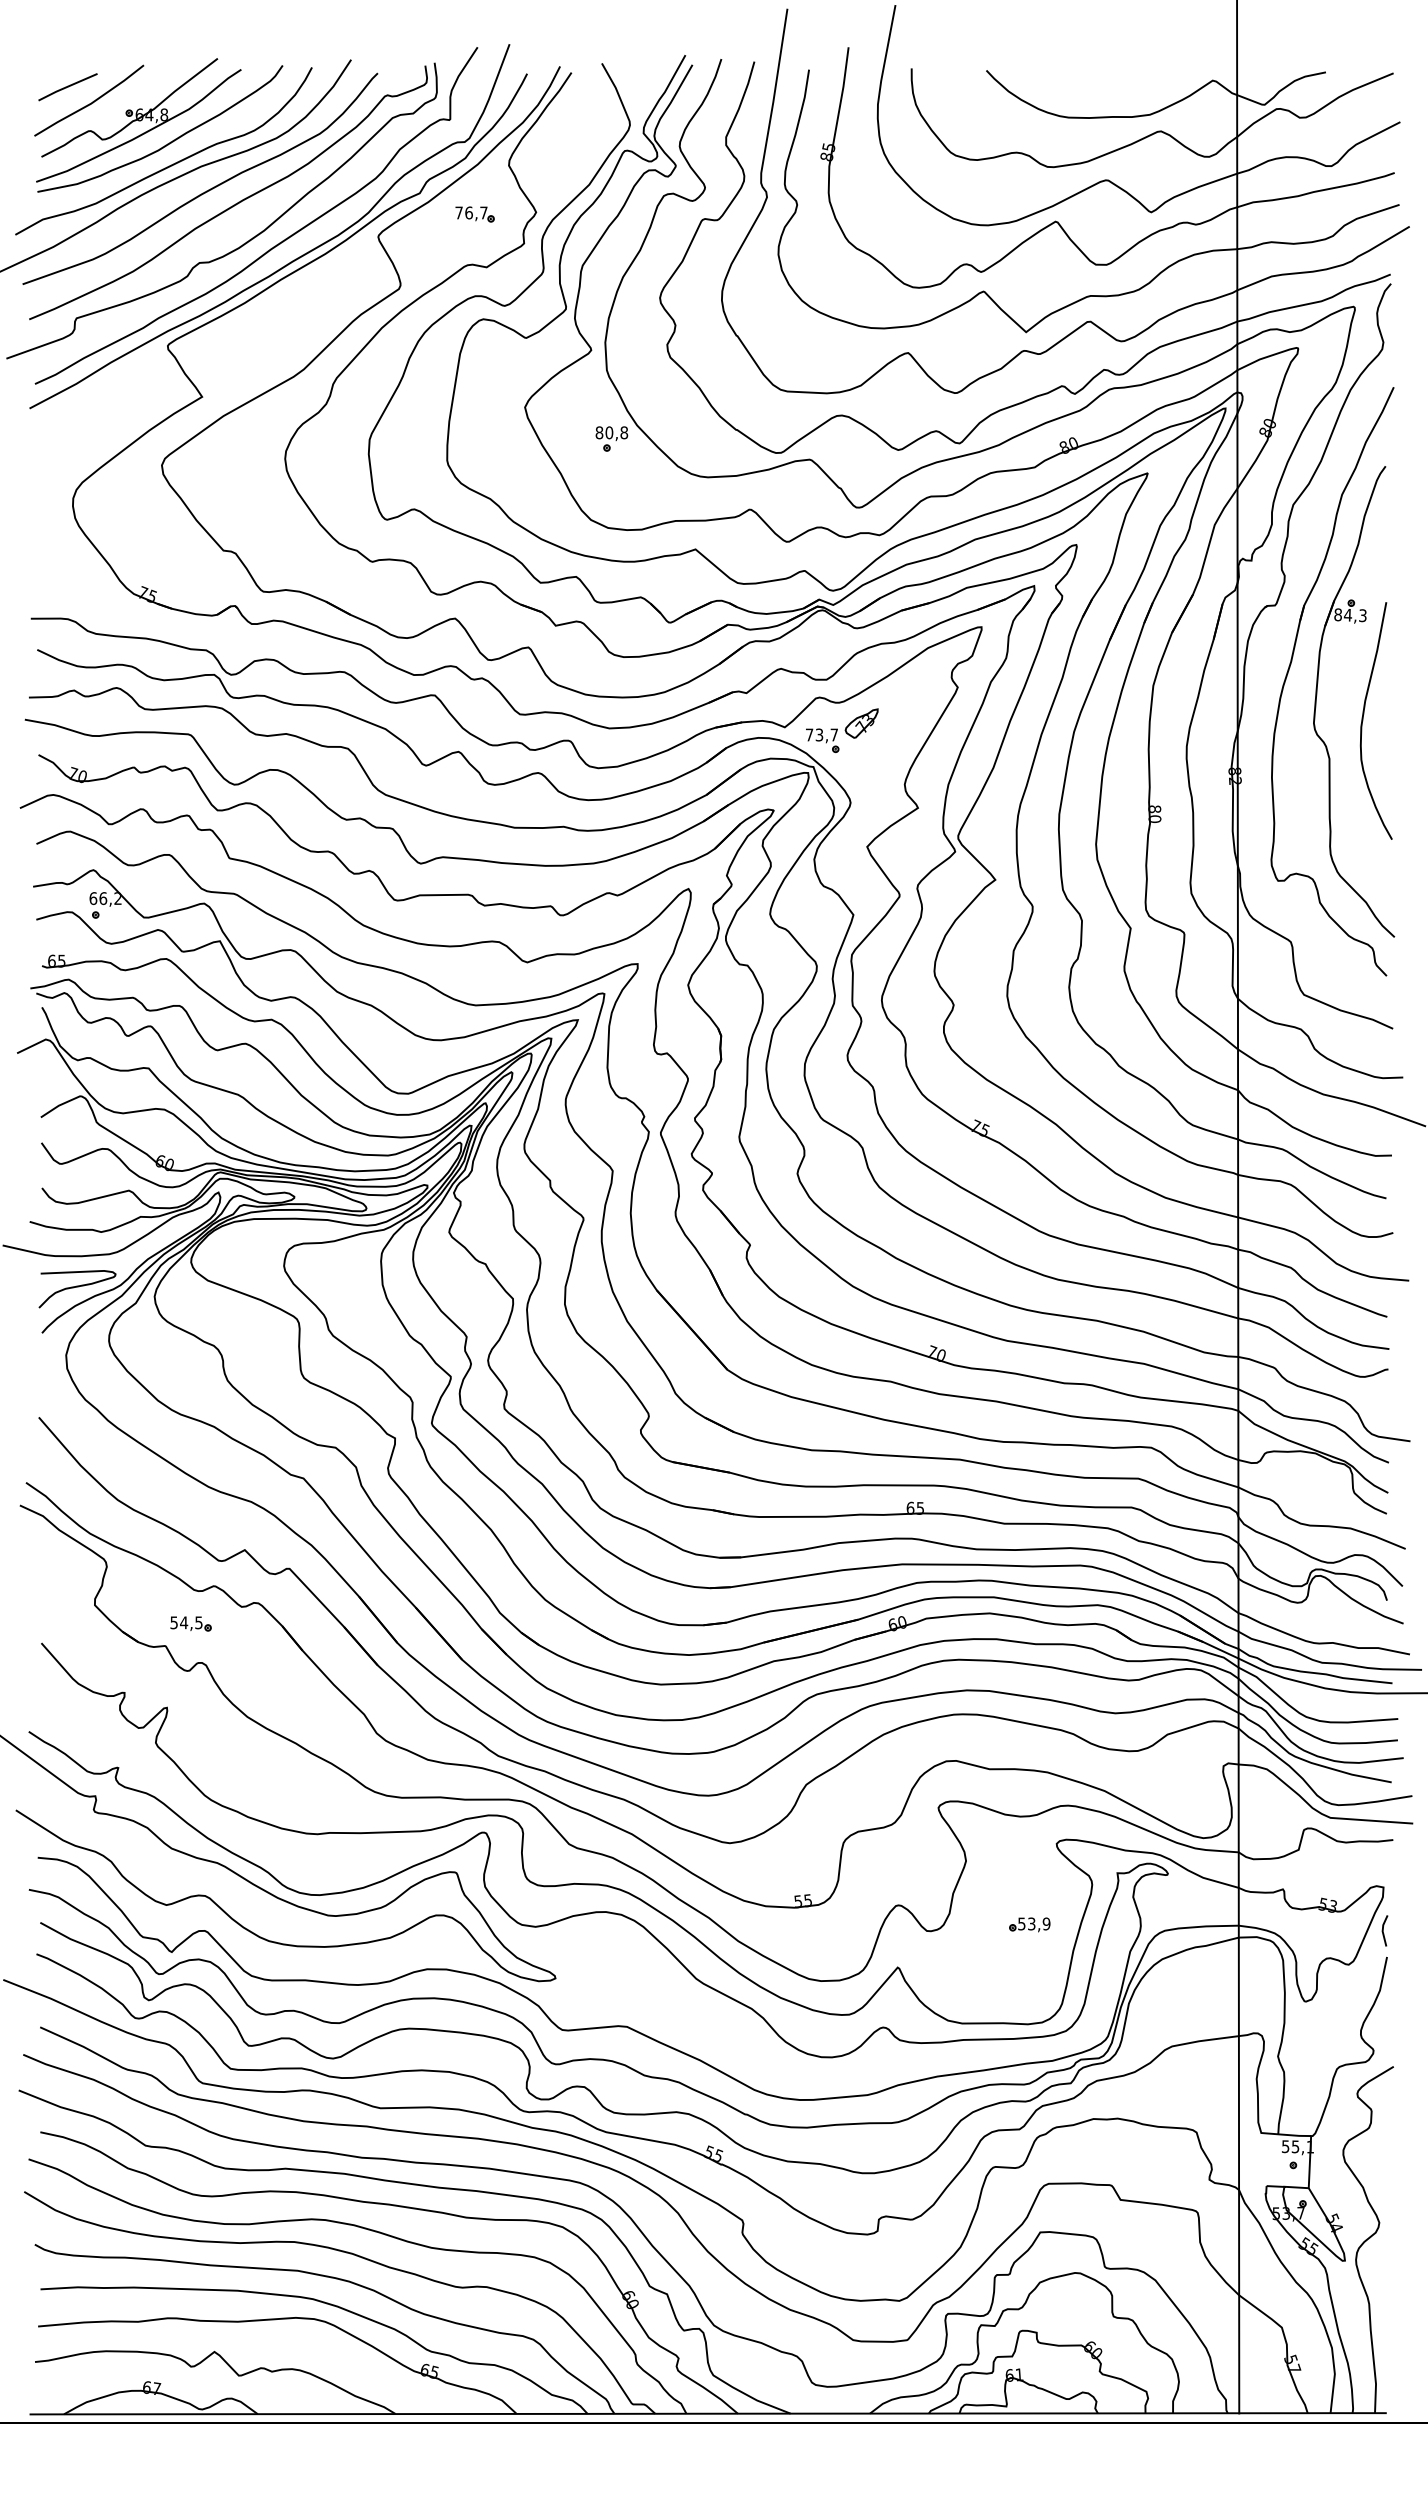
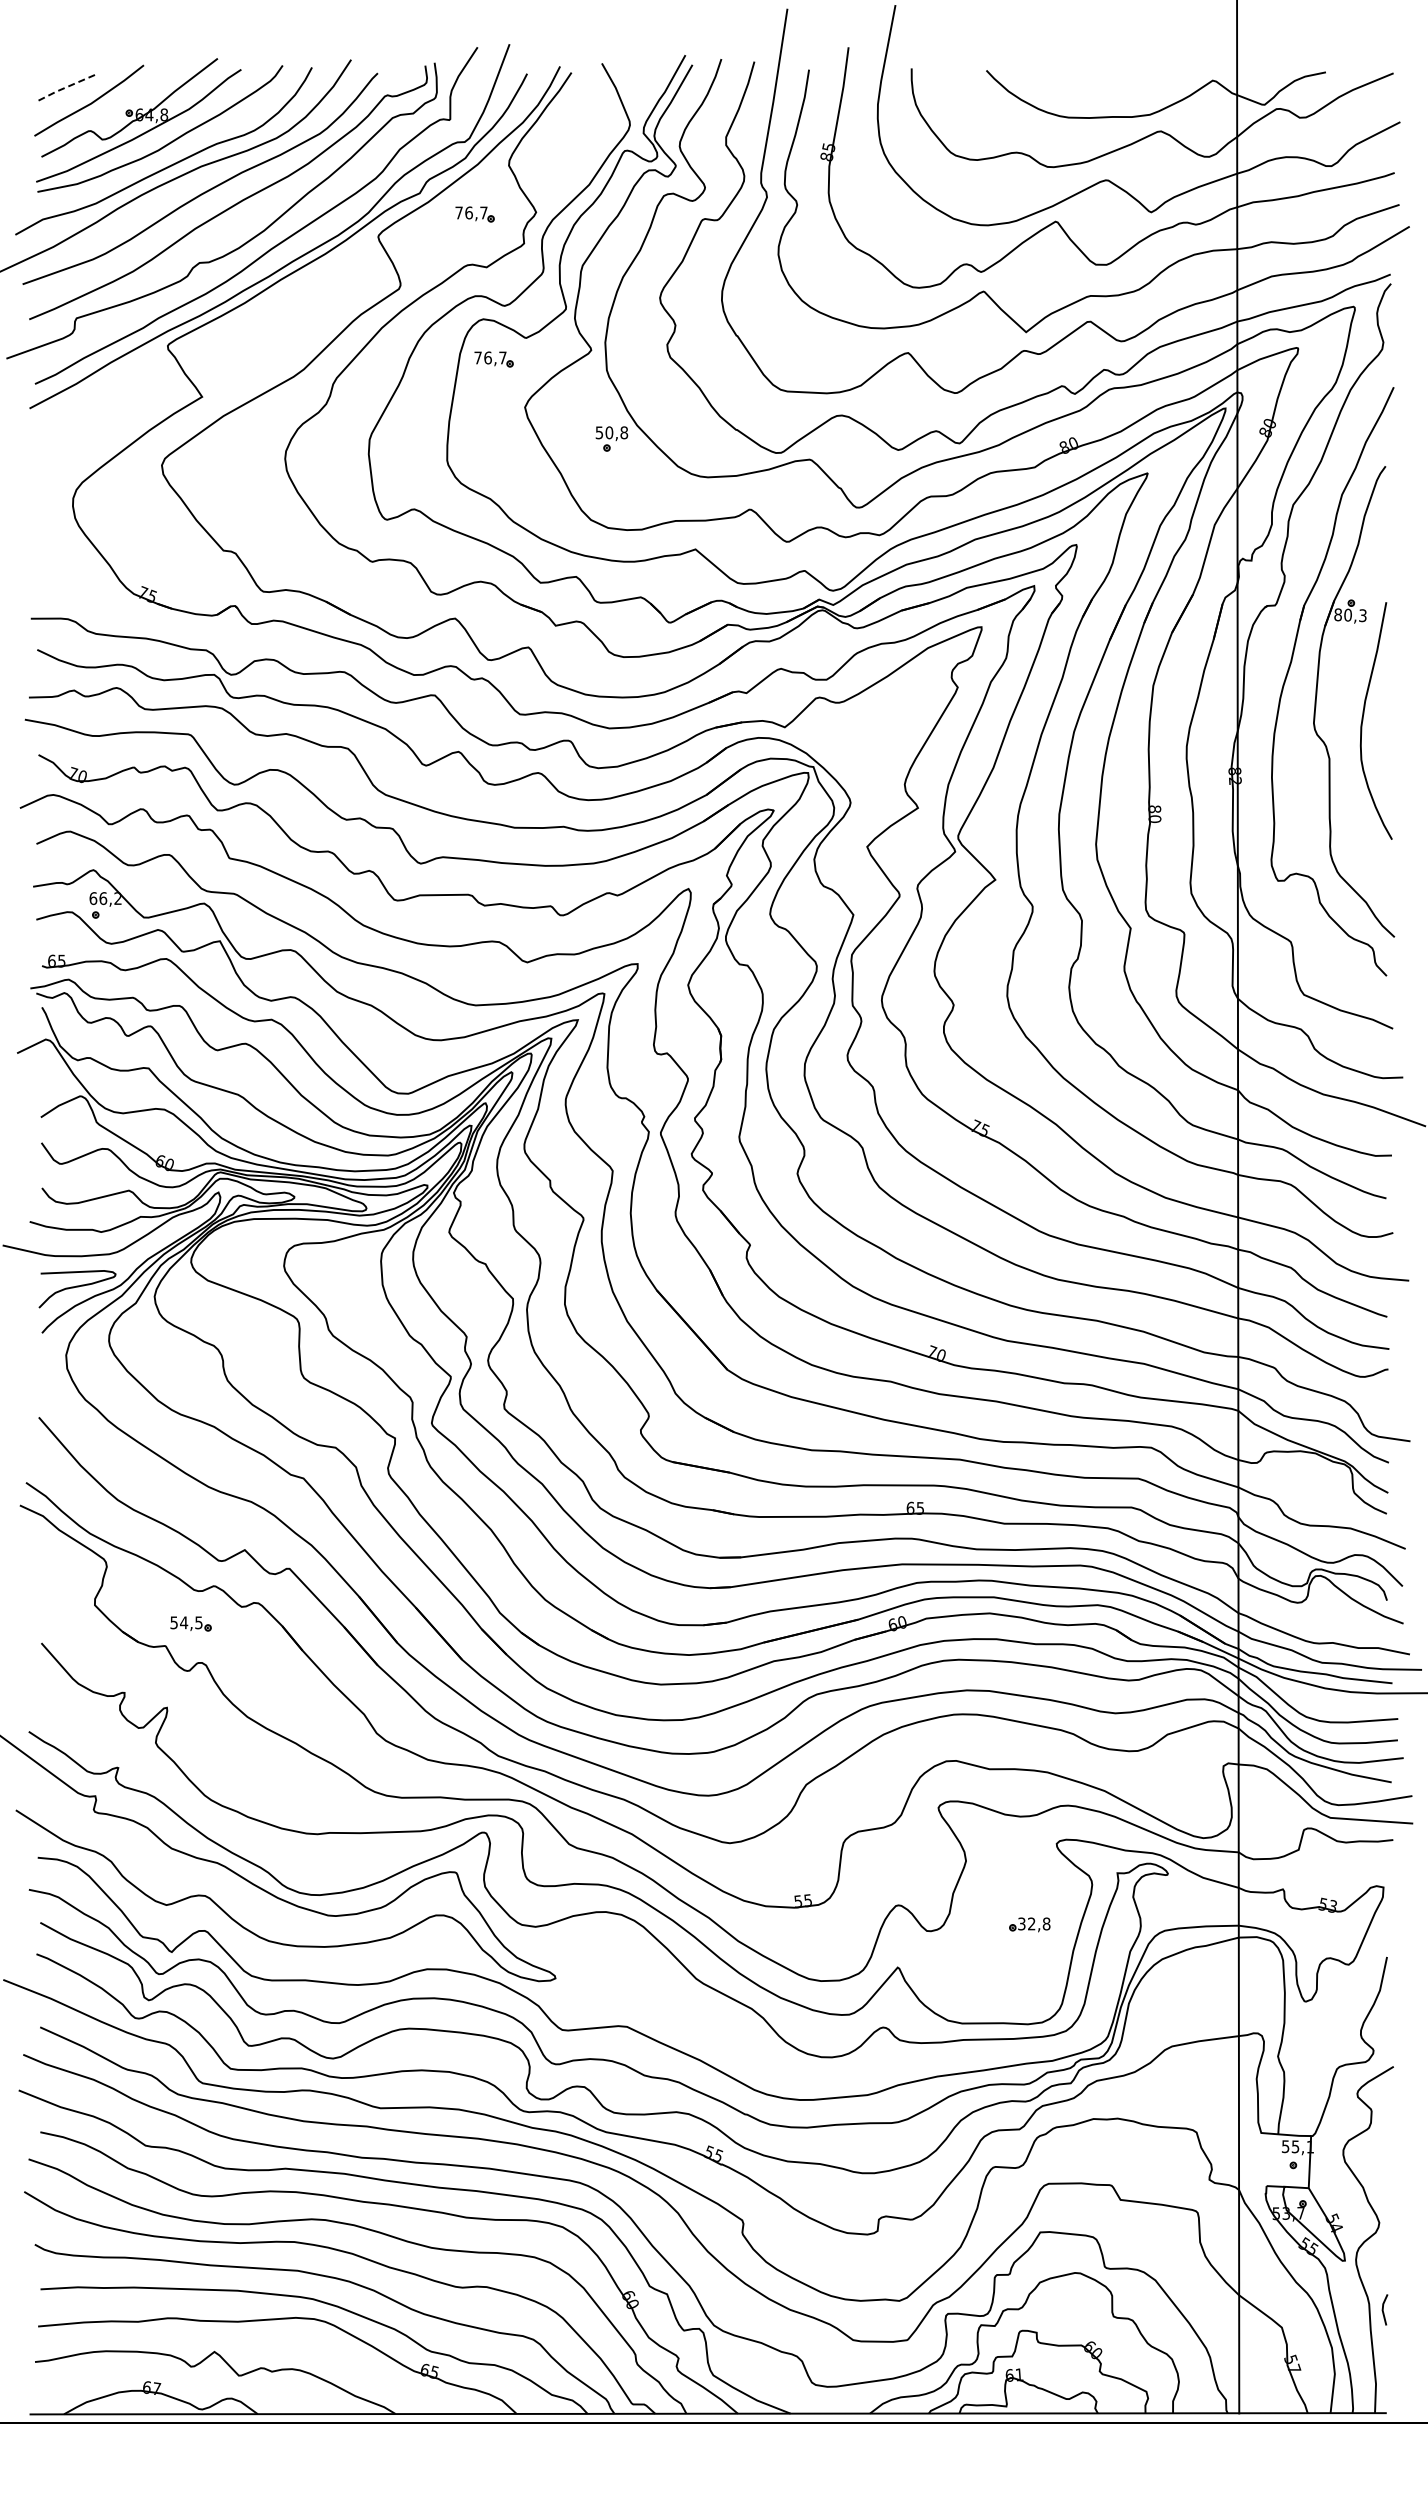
line at (67, 86): solid -> dashed
part at (493, 359): none -> present
text at (599, 432): 80,8 -> 50,8
text at (1347, 614): 84,3 -> 80,3
part at (842, 730): present -> none
text at (1034, 1923): 53,9 -> 32,8
line at (1383, 1930) position: (1383, 1930) -> (1383, 2309)
